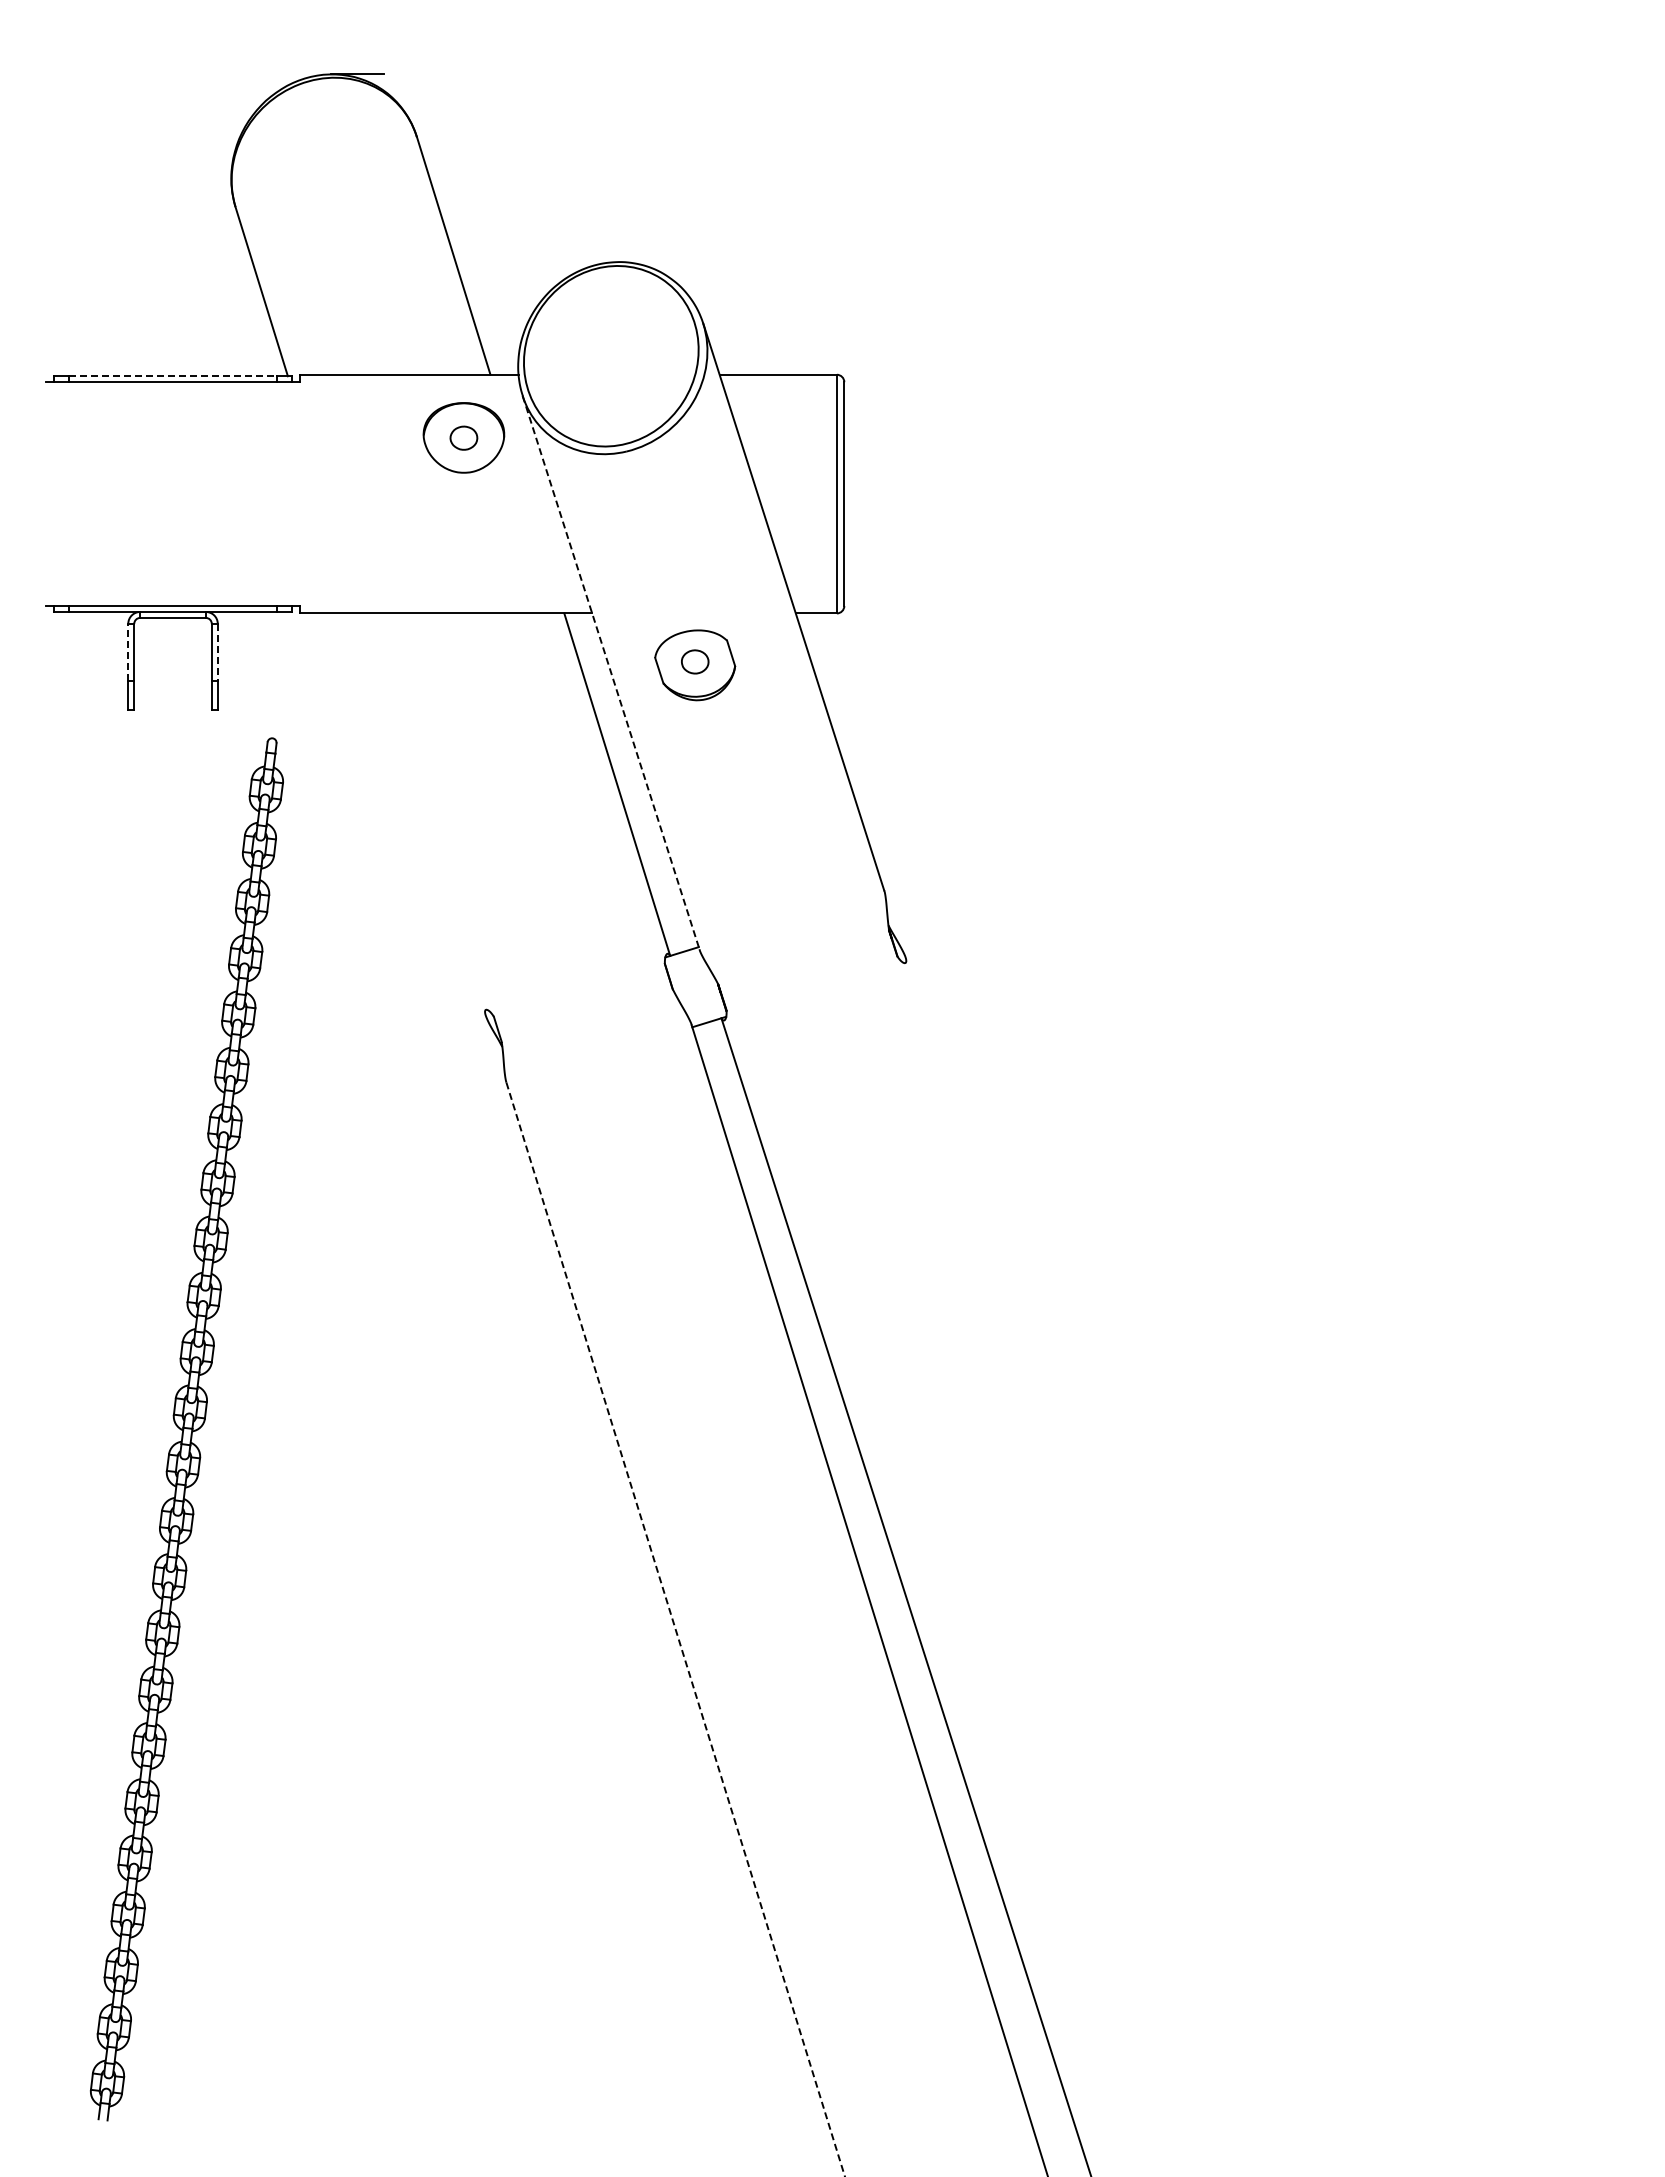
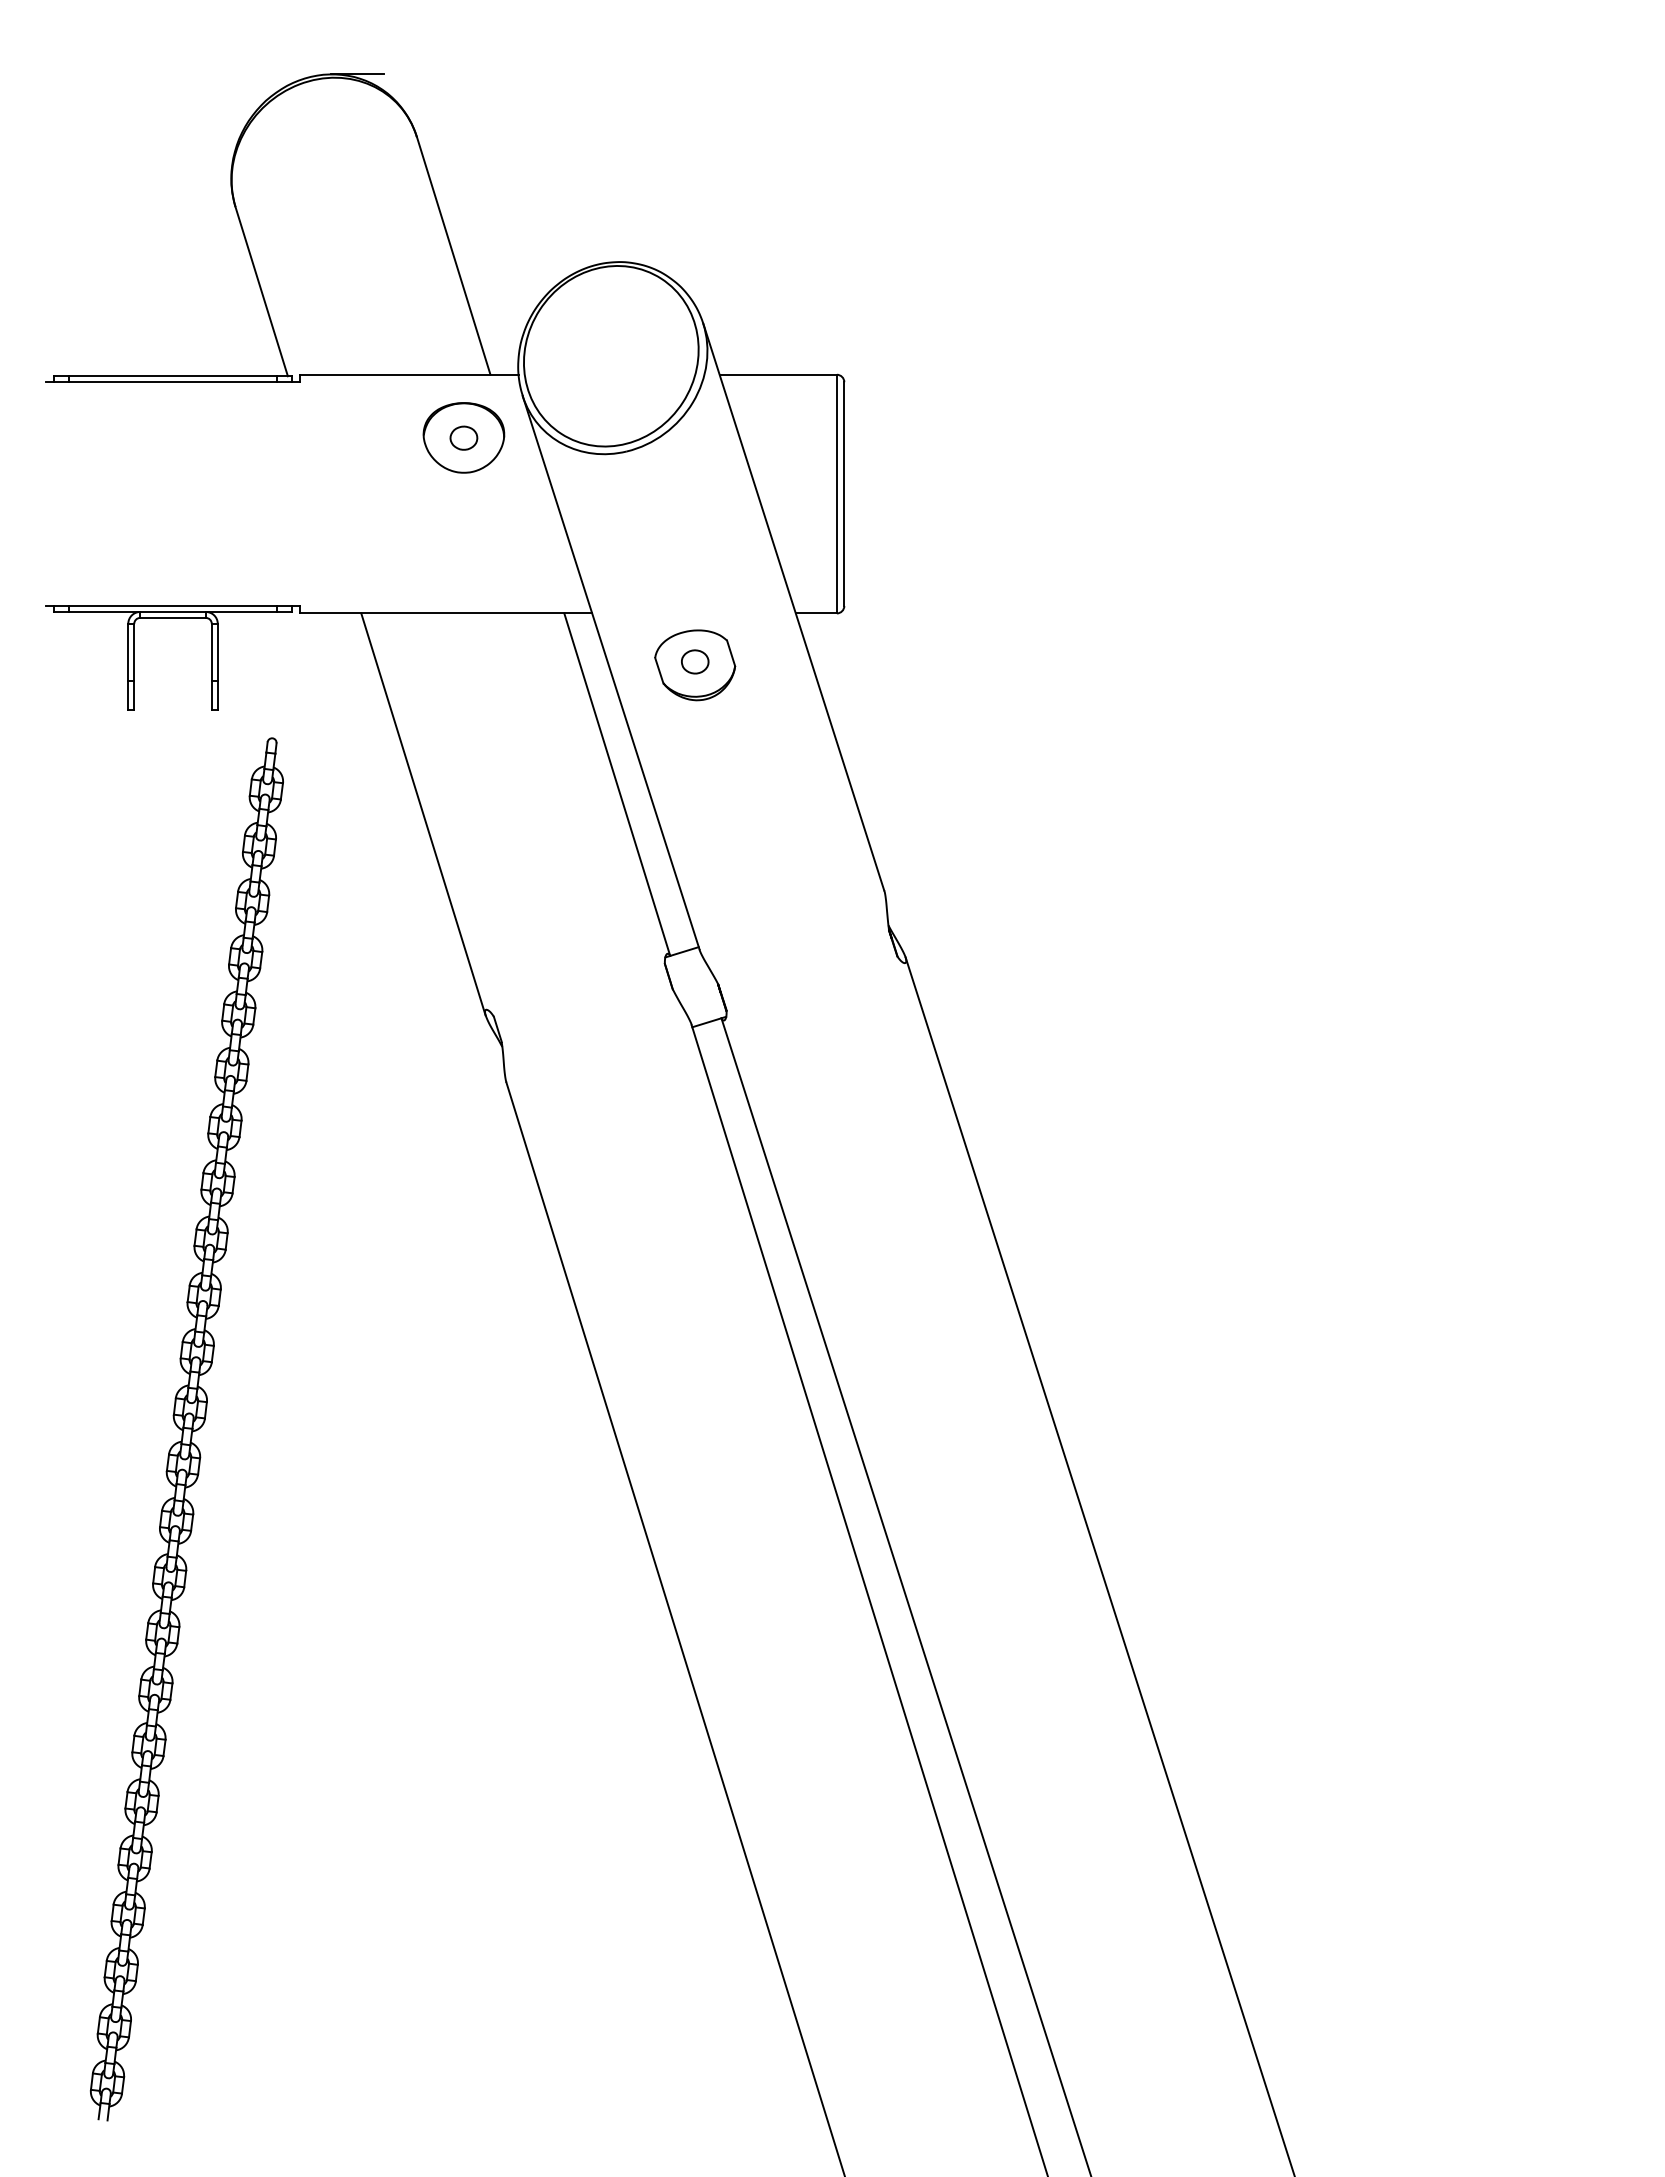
line at (173, 376): dashed -> solid
line at (128, 651): dashed -> solid
line at (217, 652): dashed -> solid
line at (611, 673): dashed -> solid
line at (423, 814): none -> present
line at (1099, 1565): none -> present
line at (675, 1629): dashed -> solid
